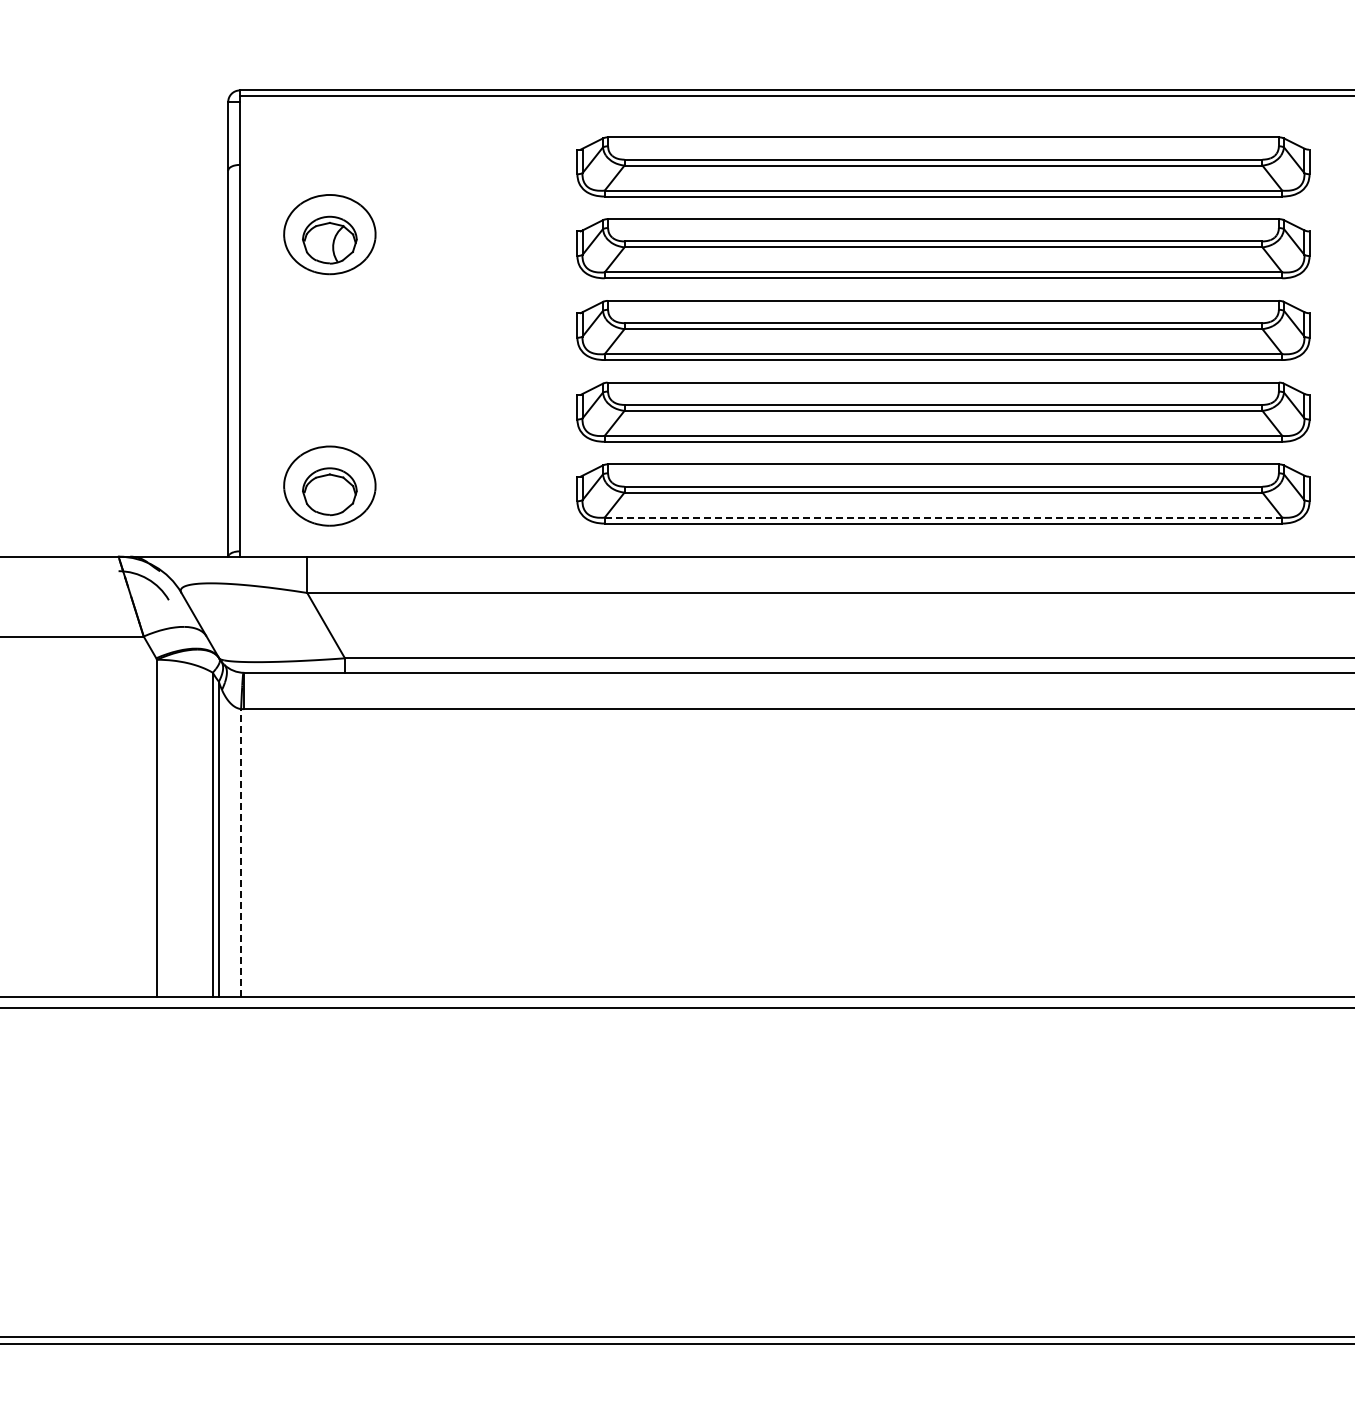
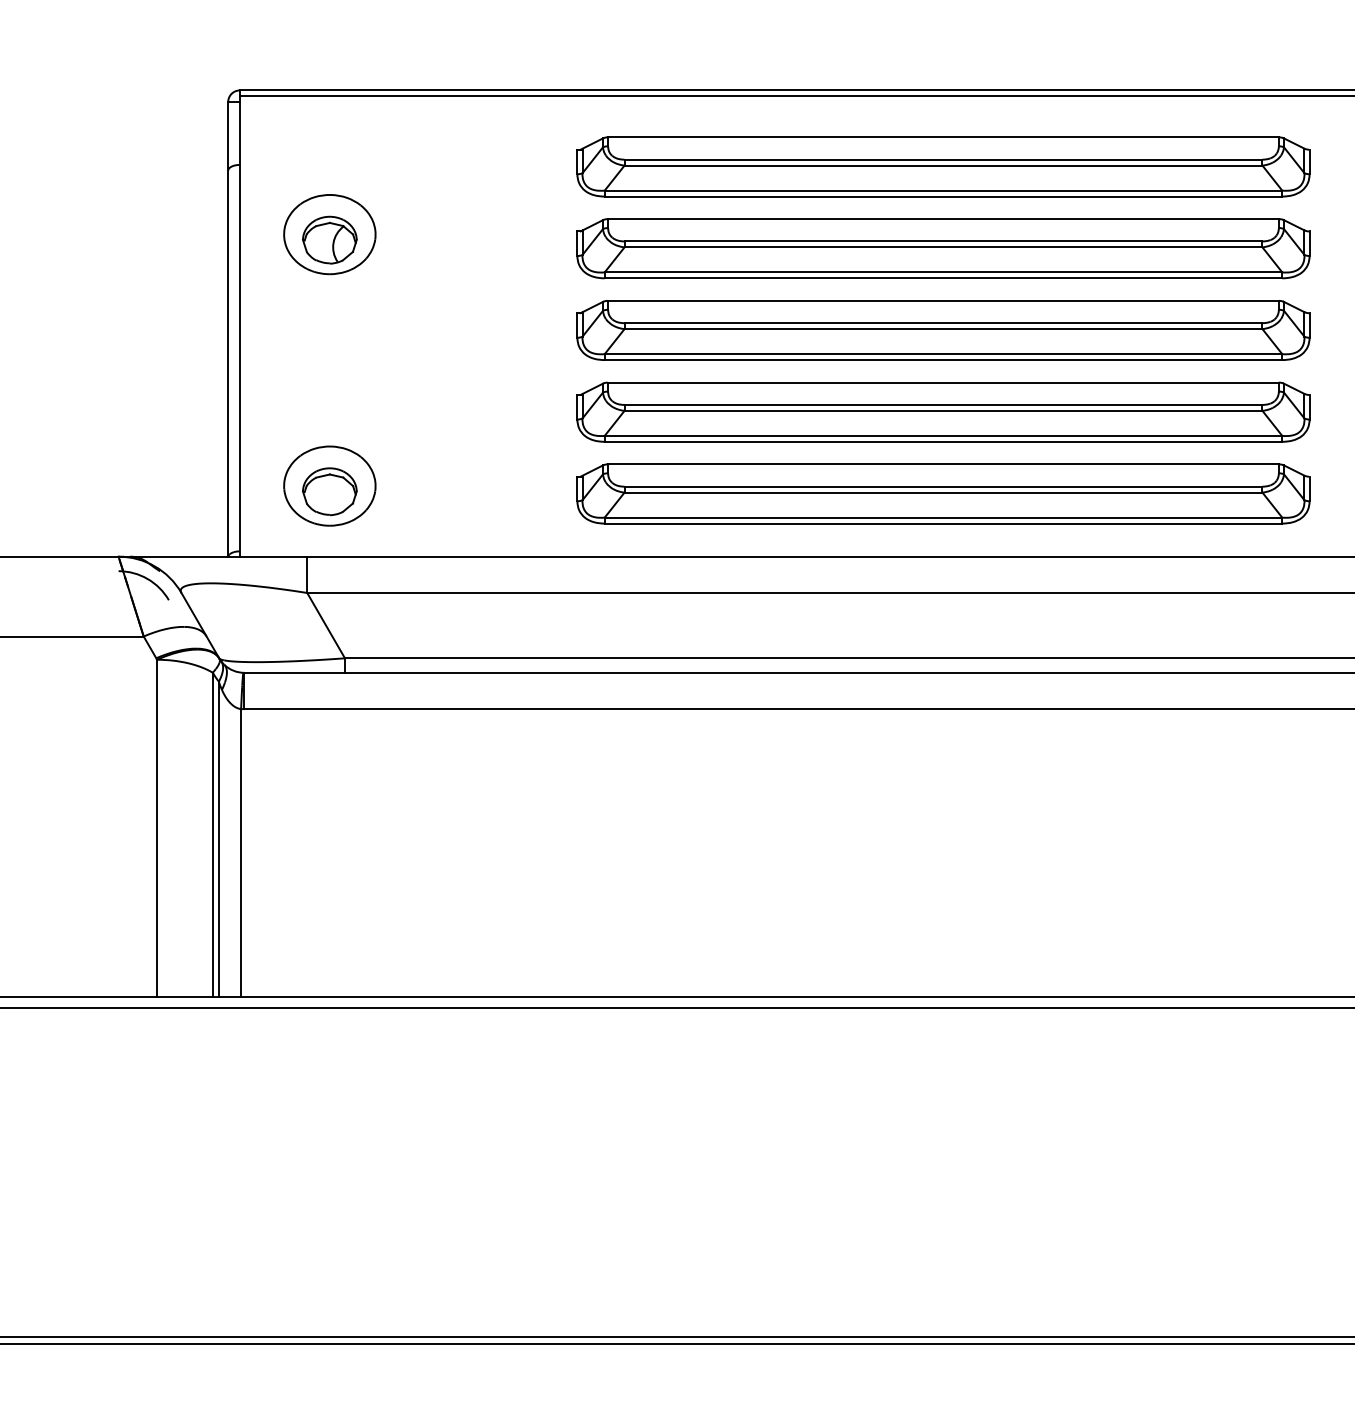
line at (943, 517): dashed -> solid
line at (241, 852): dashed -> solid
